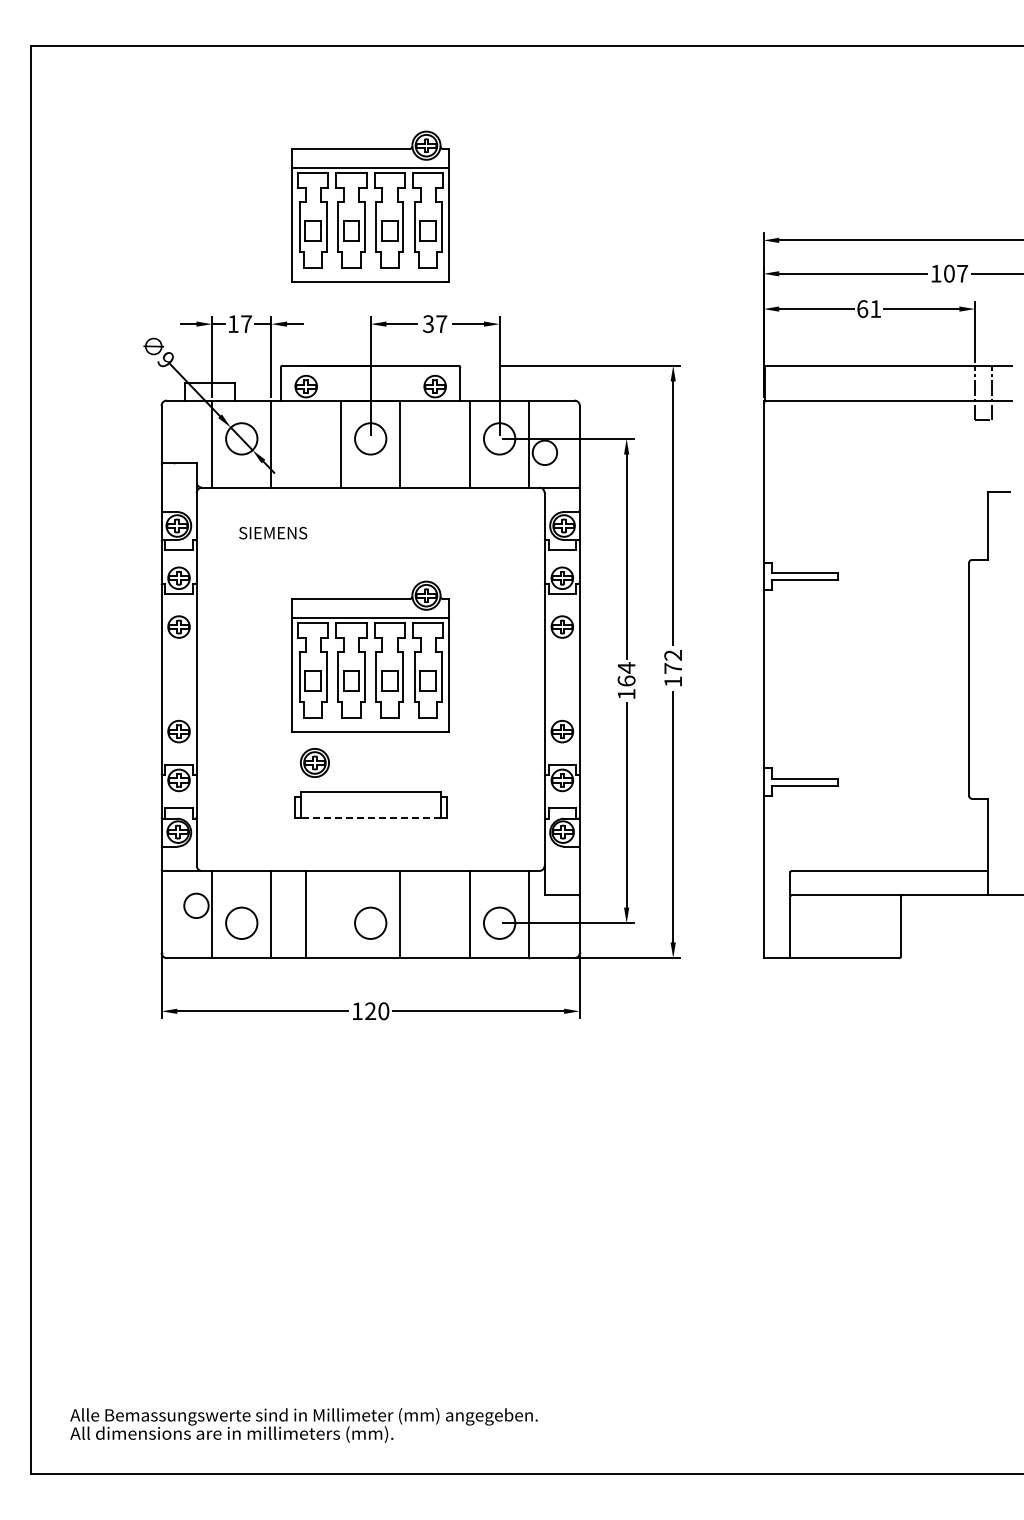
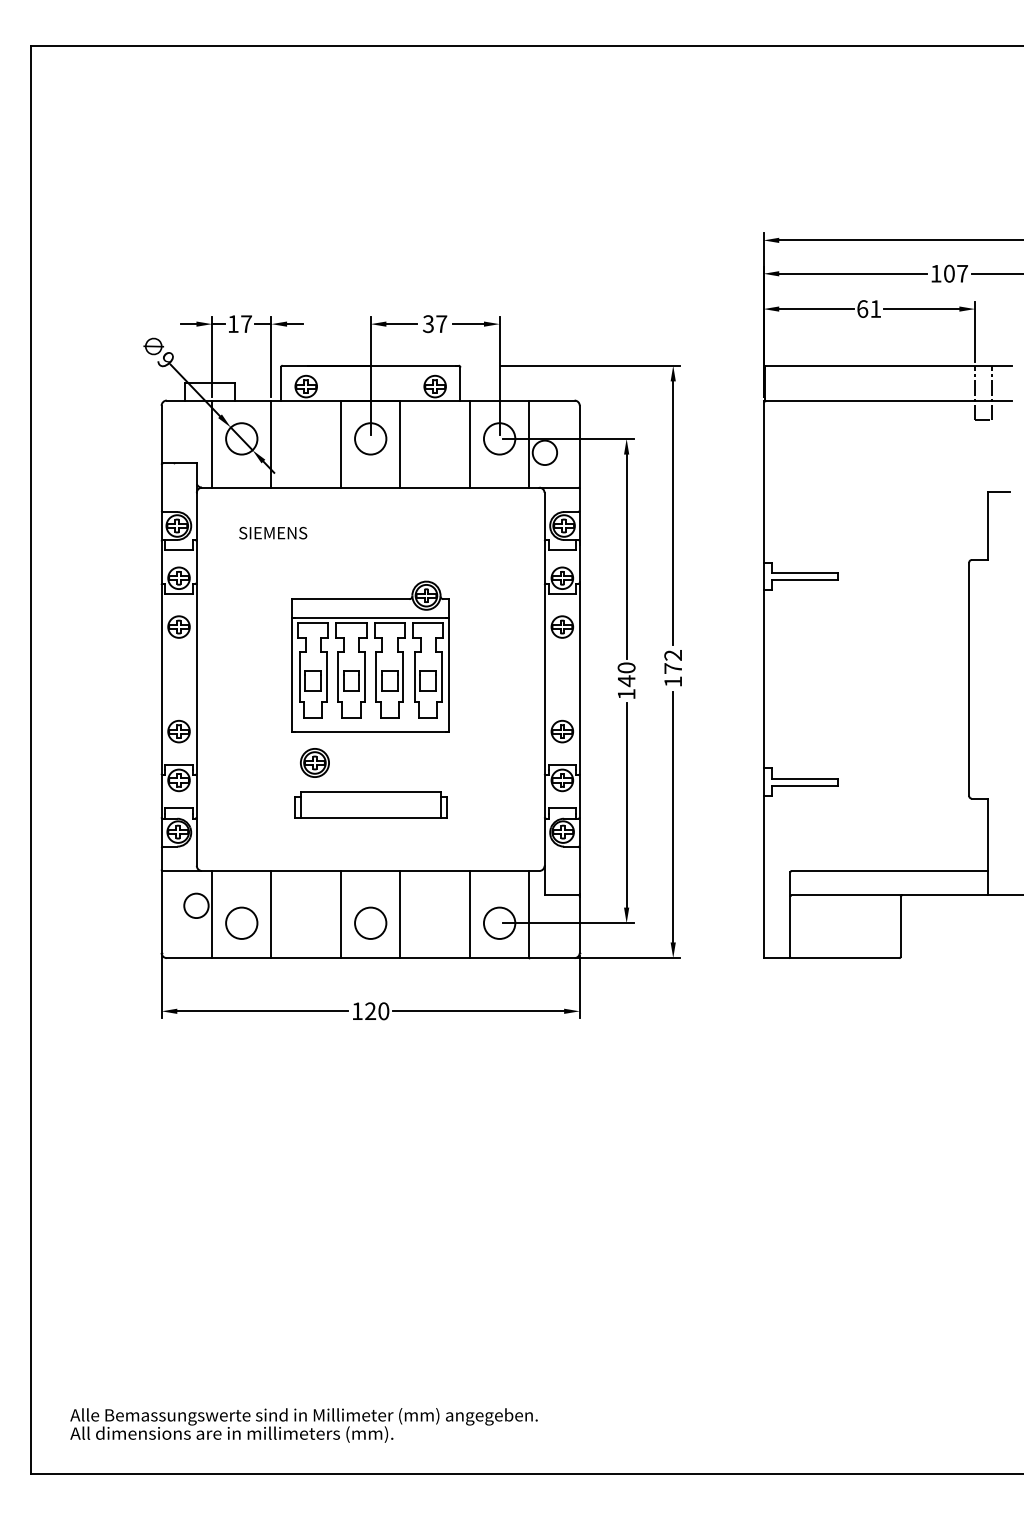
part at (370, 206): present -> none
text at (626, 674): 164 -> 140
line at (370, 818): dashed -> solid
line at (306, 914) position: (306, 914) -> (341, 914)
